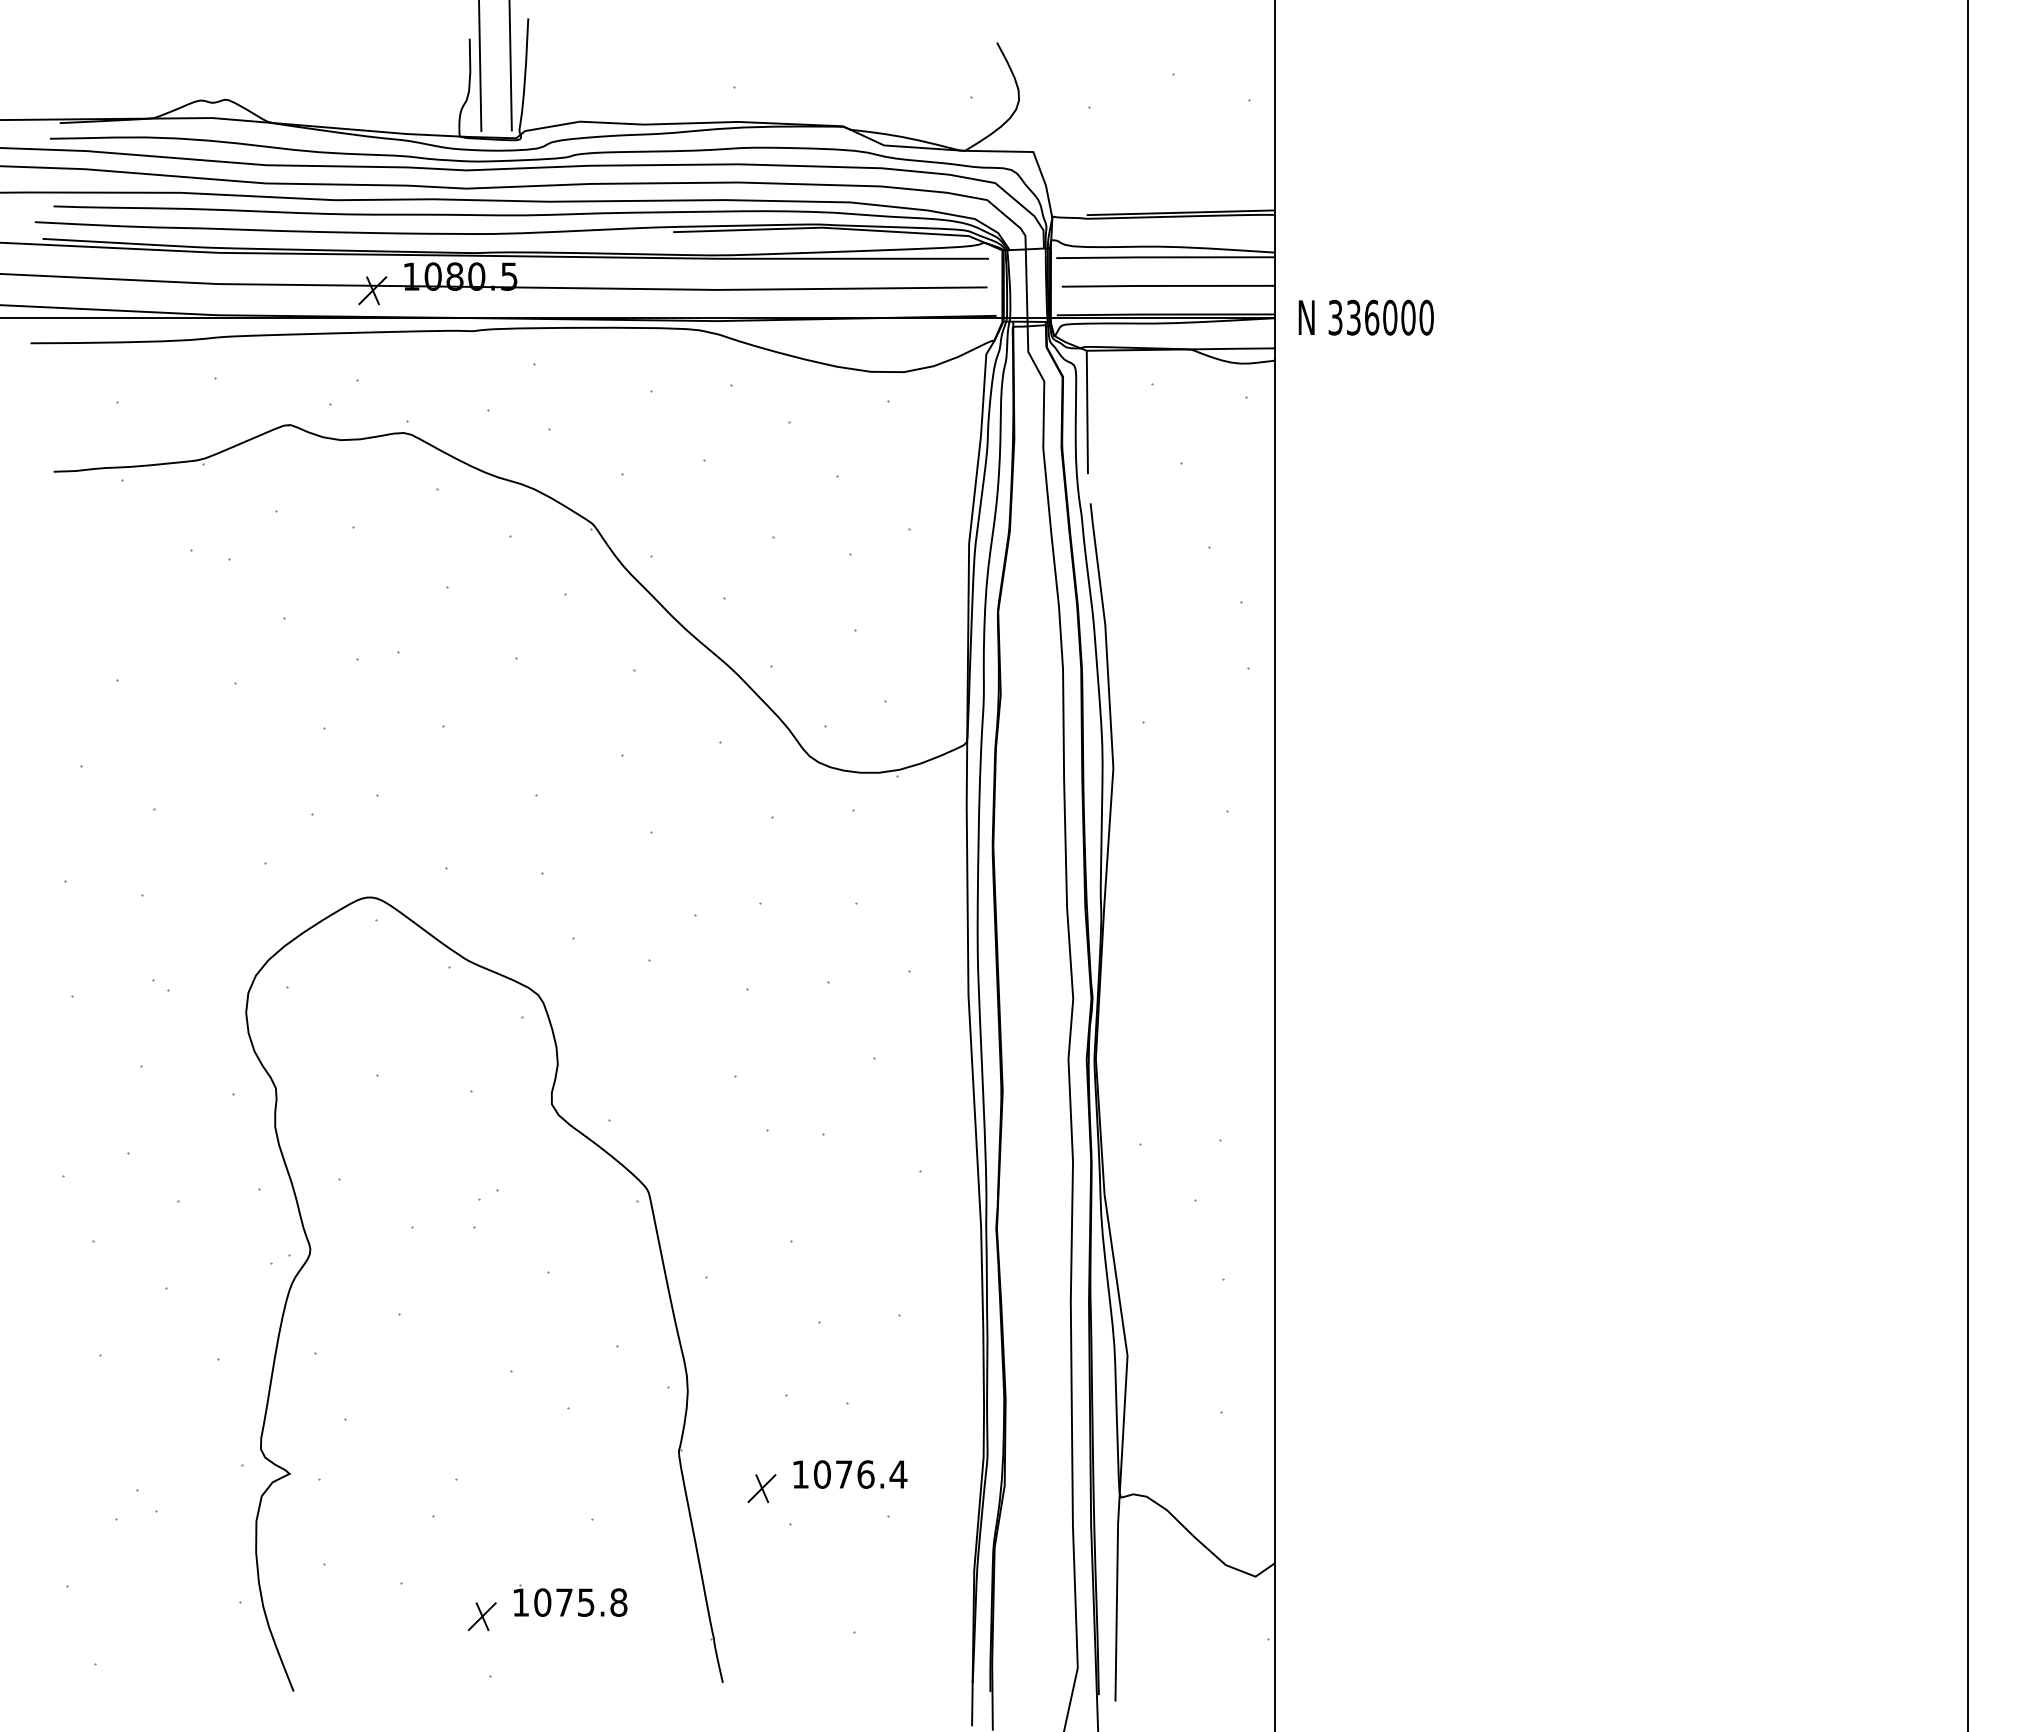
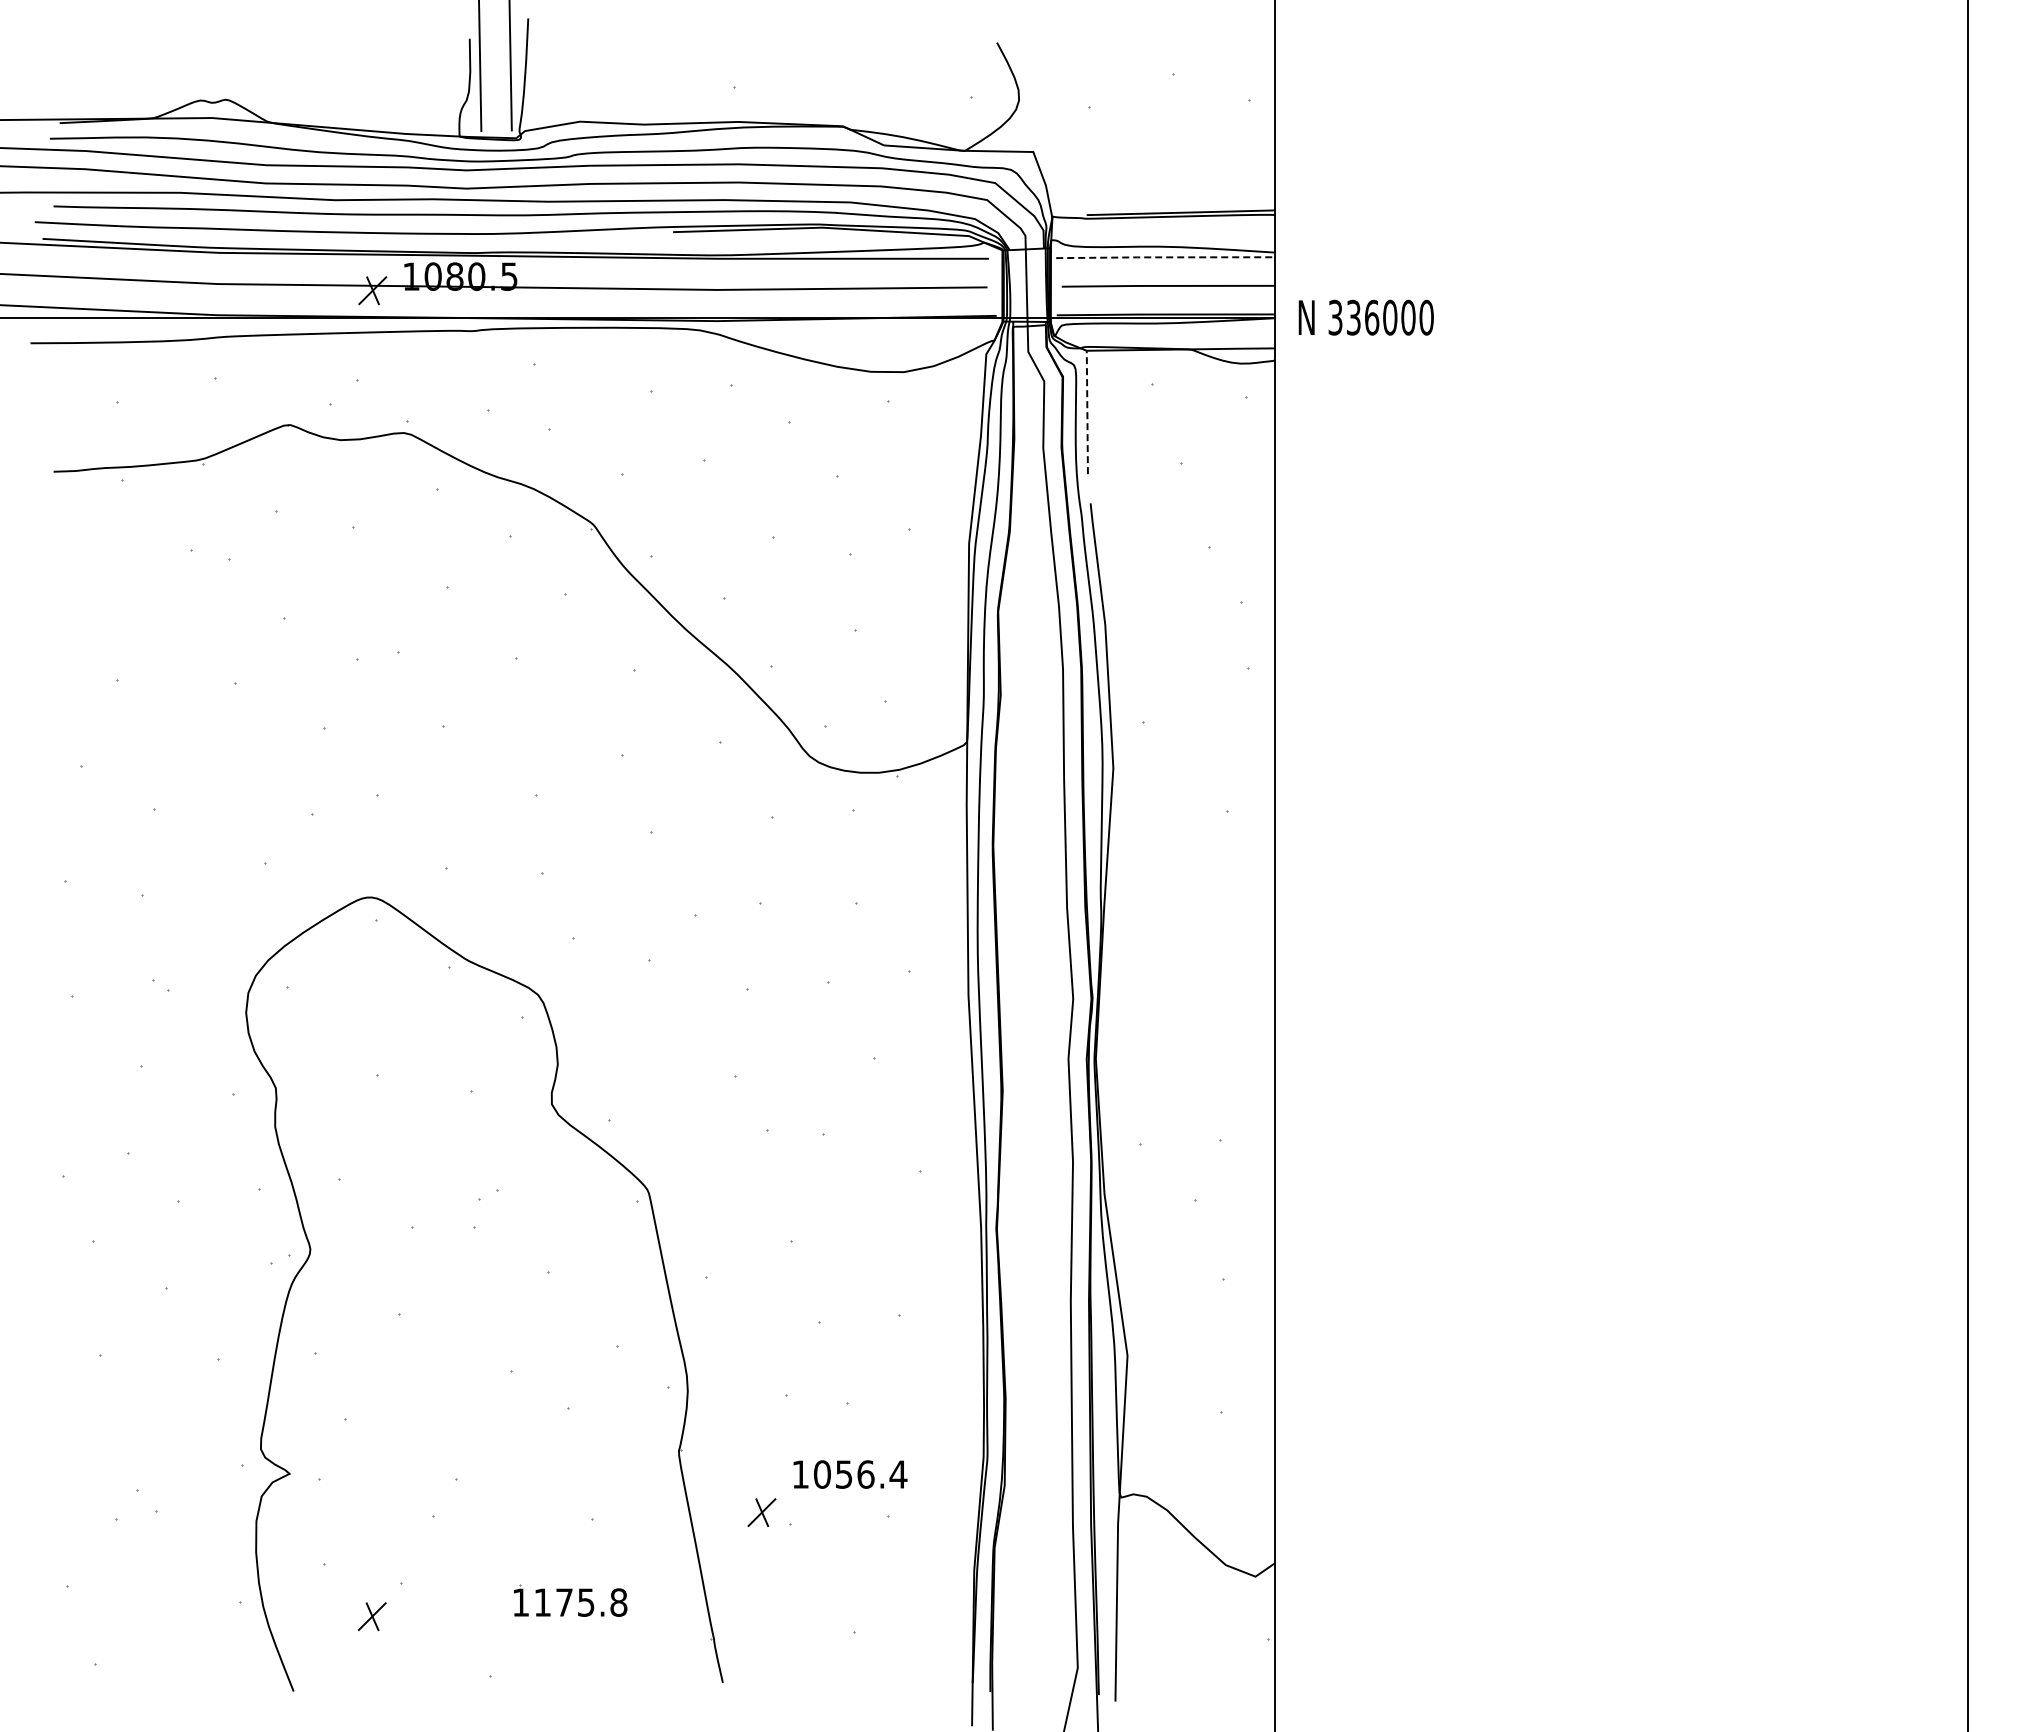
line at (1165, 257): solid -> dashed
line at (1087, 411): solid -> dashed
text at (844, 1474): 1076.4 -> 1056.4
part at (761, 1488) position: (761, 1488) -> (761, 1512)
text at (542, 1602): 1075.8 -> 1175.8
part at (482, 1616) position: (482, 1616) -> (372, 1616)
